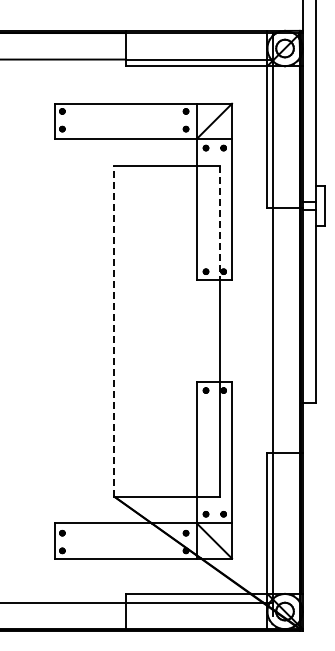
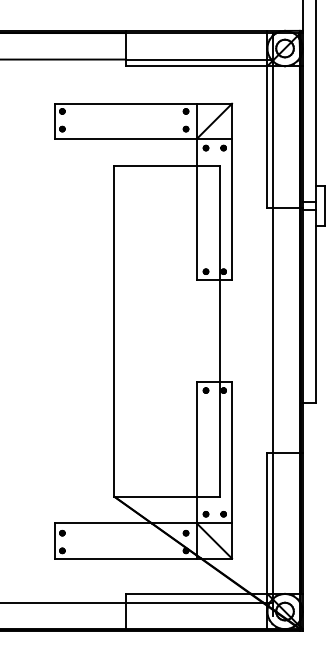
line at (220, 223): dashed -> solid
line at (114, 331): dashed -> solid
